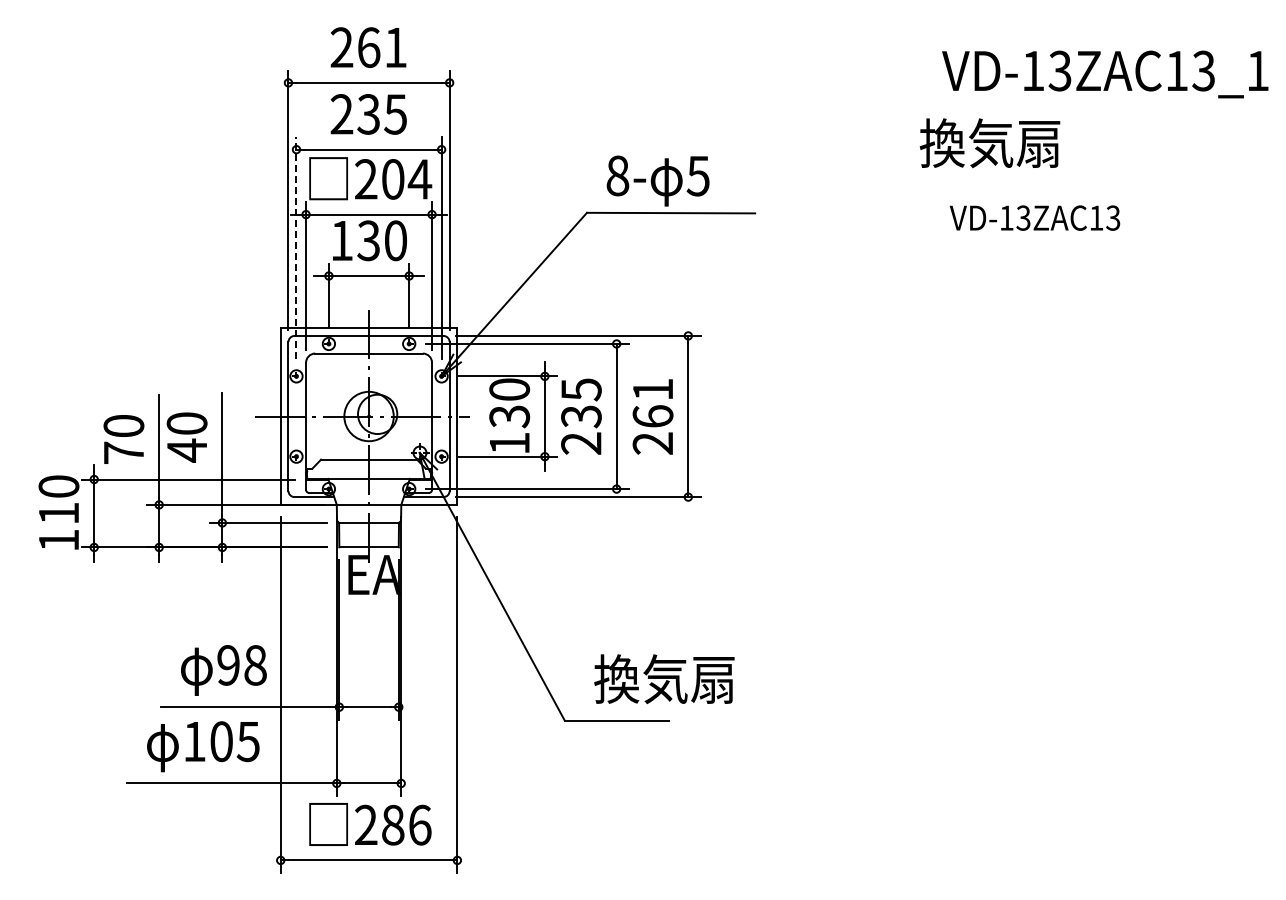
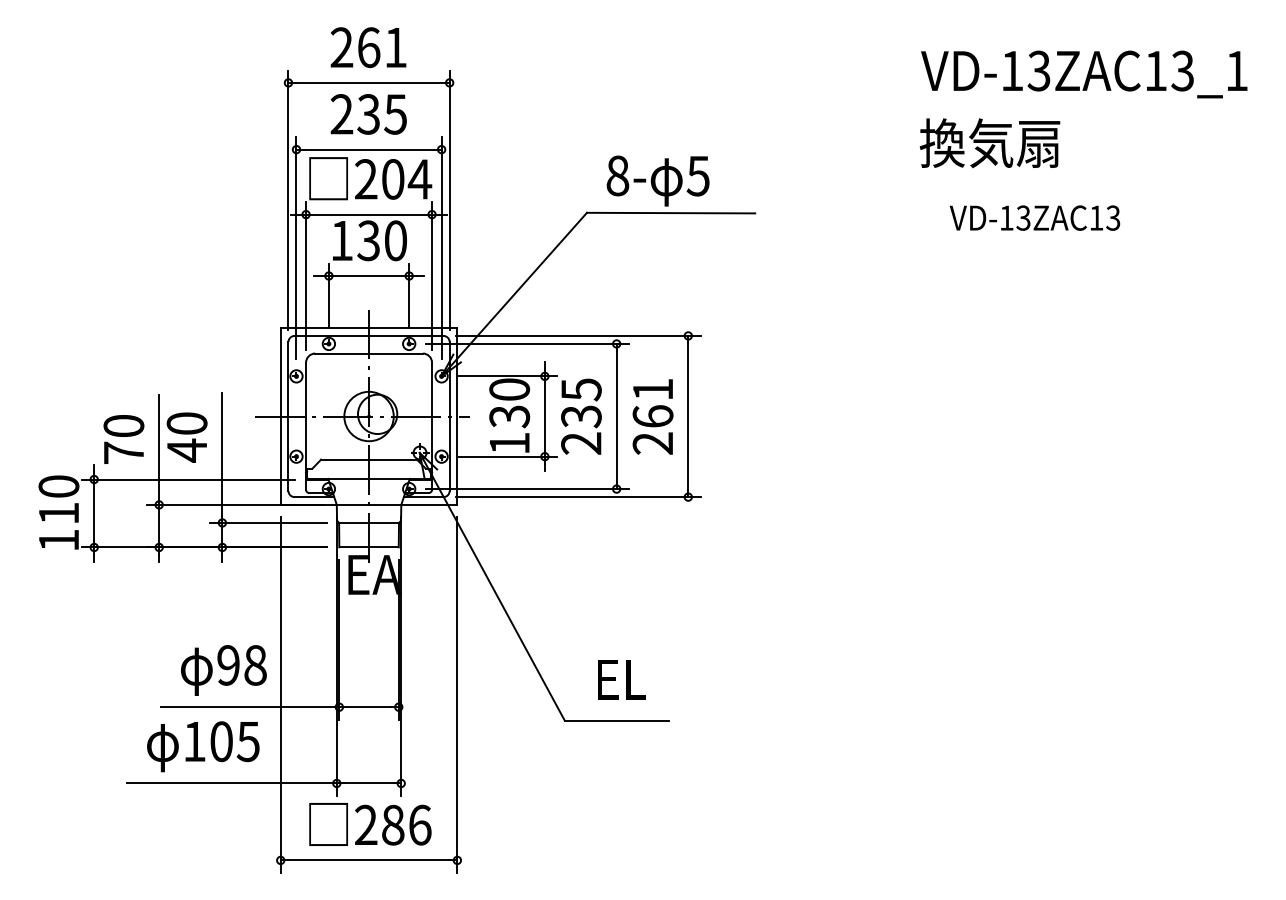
text at (1105, 74) position: (1105, 74) -> (1084, 74)
line at (296, 247): dashed -> solid
text at (664, 679): 換気扇 -> EL
